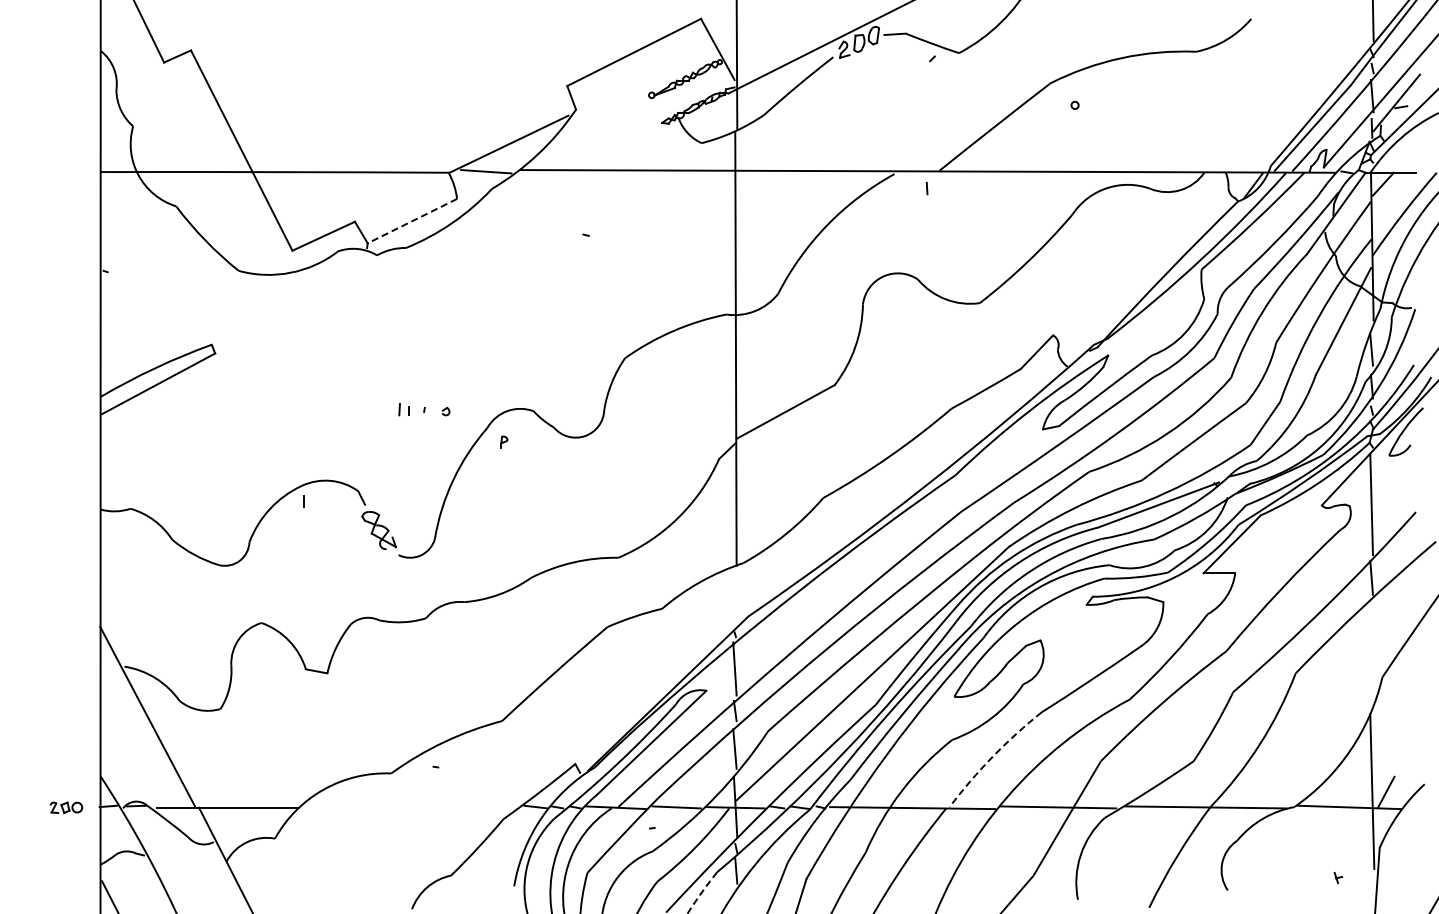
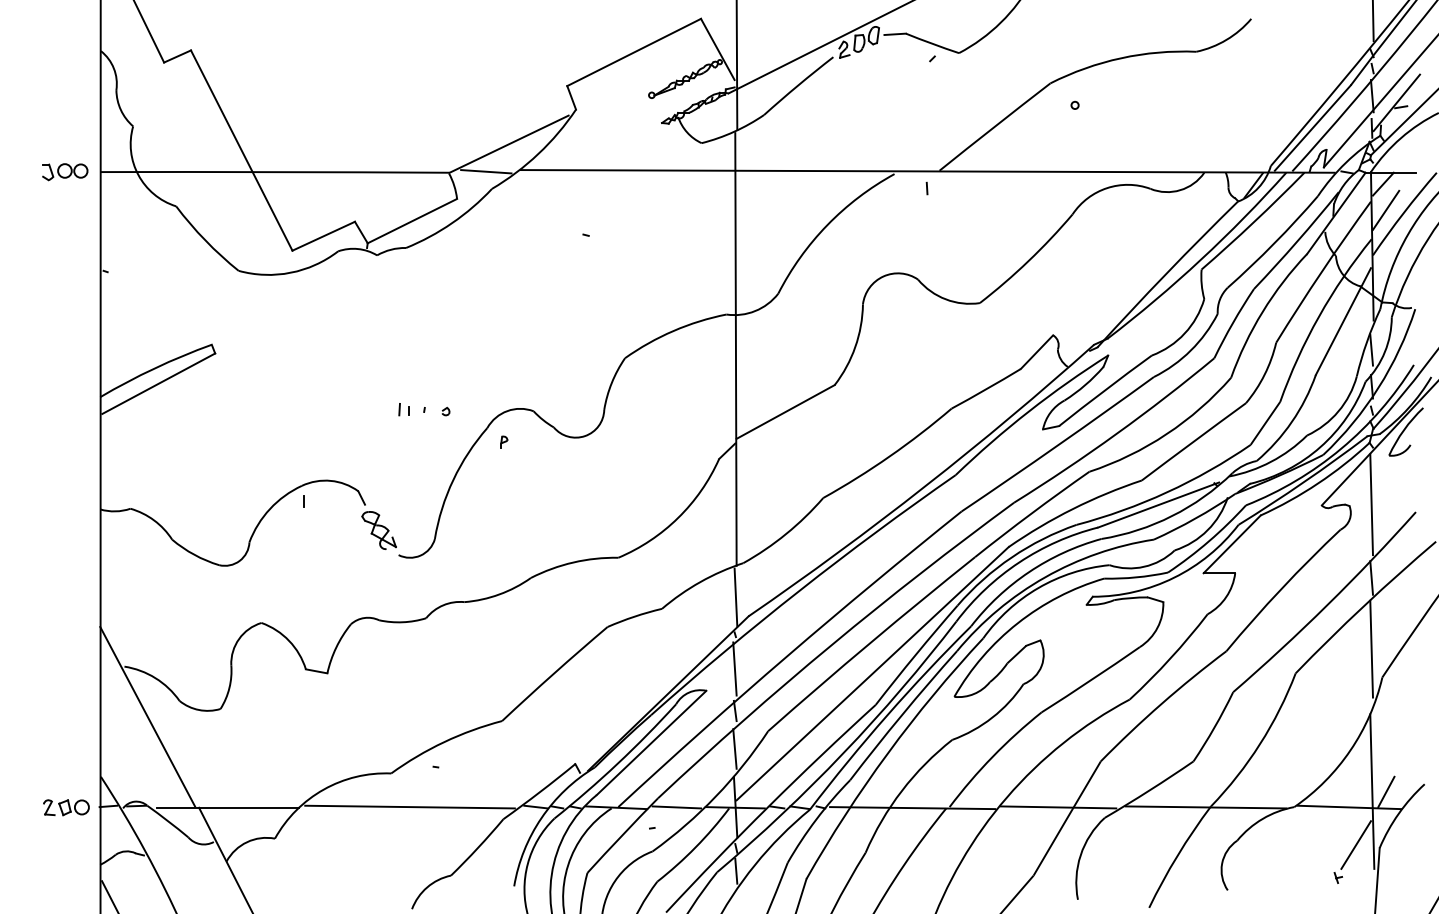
part at (65, 172): none -> present
line at (1385, 209): none -> present
line at (412, 221): dashed -> solid
line at (735, 597): none -> present
line at (1371, 648): none -> present
arc at (992, 756): dashed -> solid
line at (409, 806): none -> present
part at (66, 807) size: 35x14 px -> 47x18 px
line at (1355, 844): none -> present
arc at (701, 893): dashed -> solid
